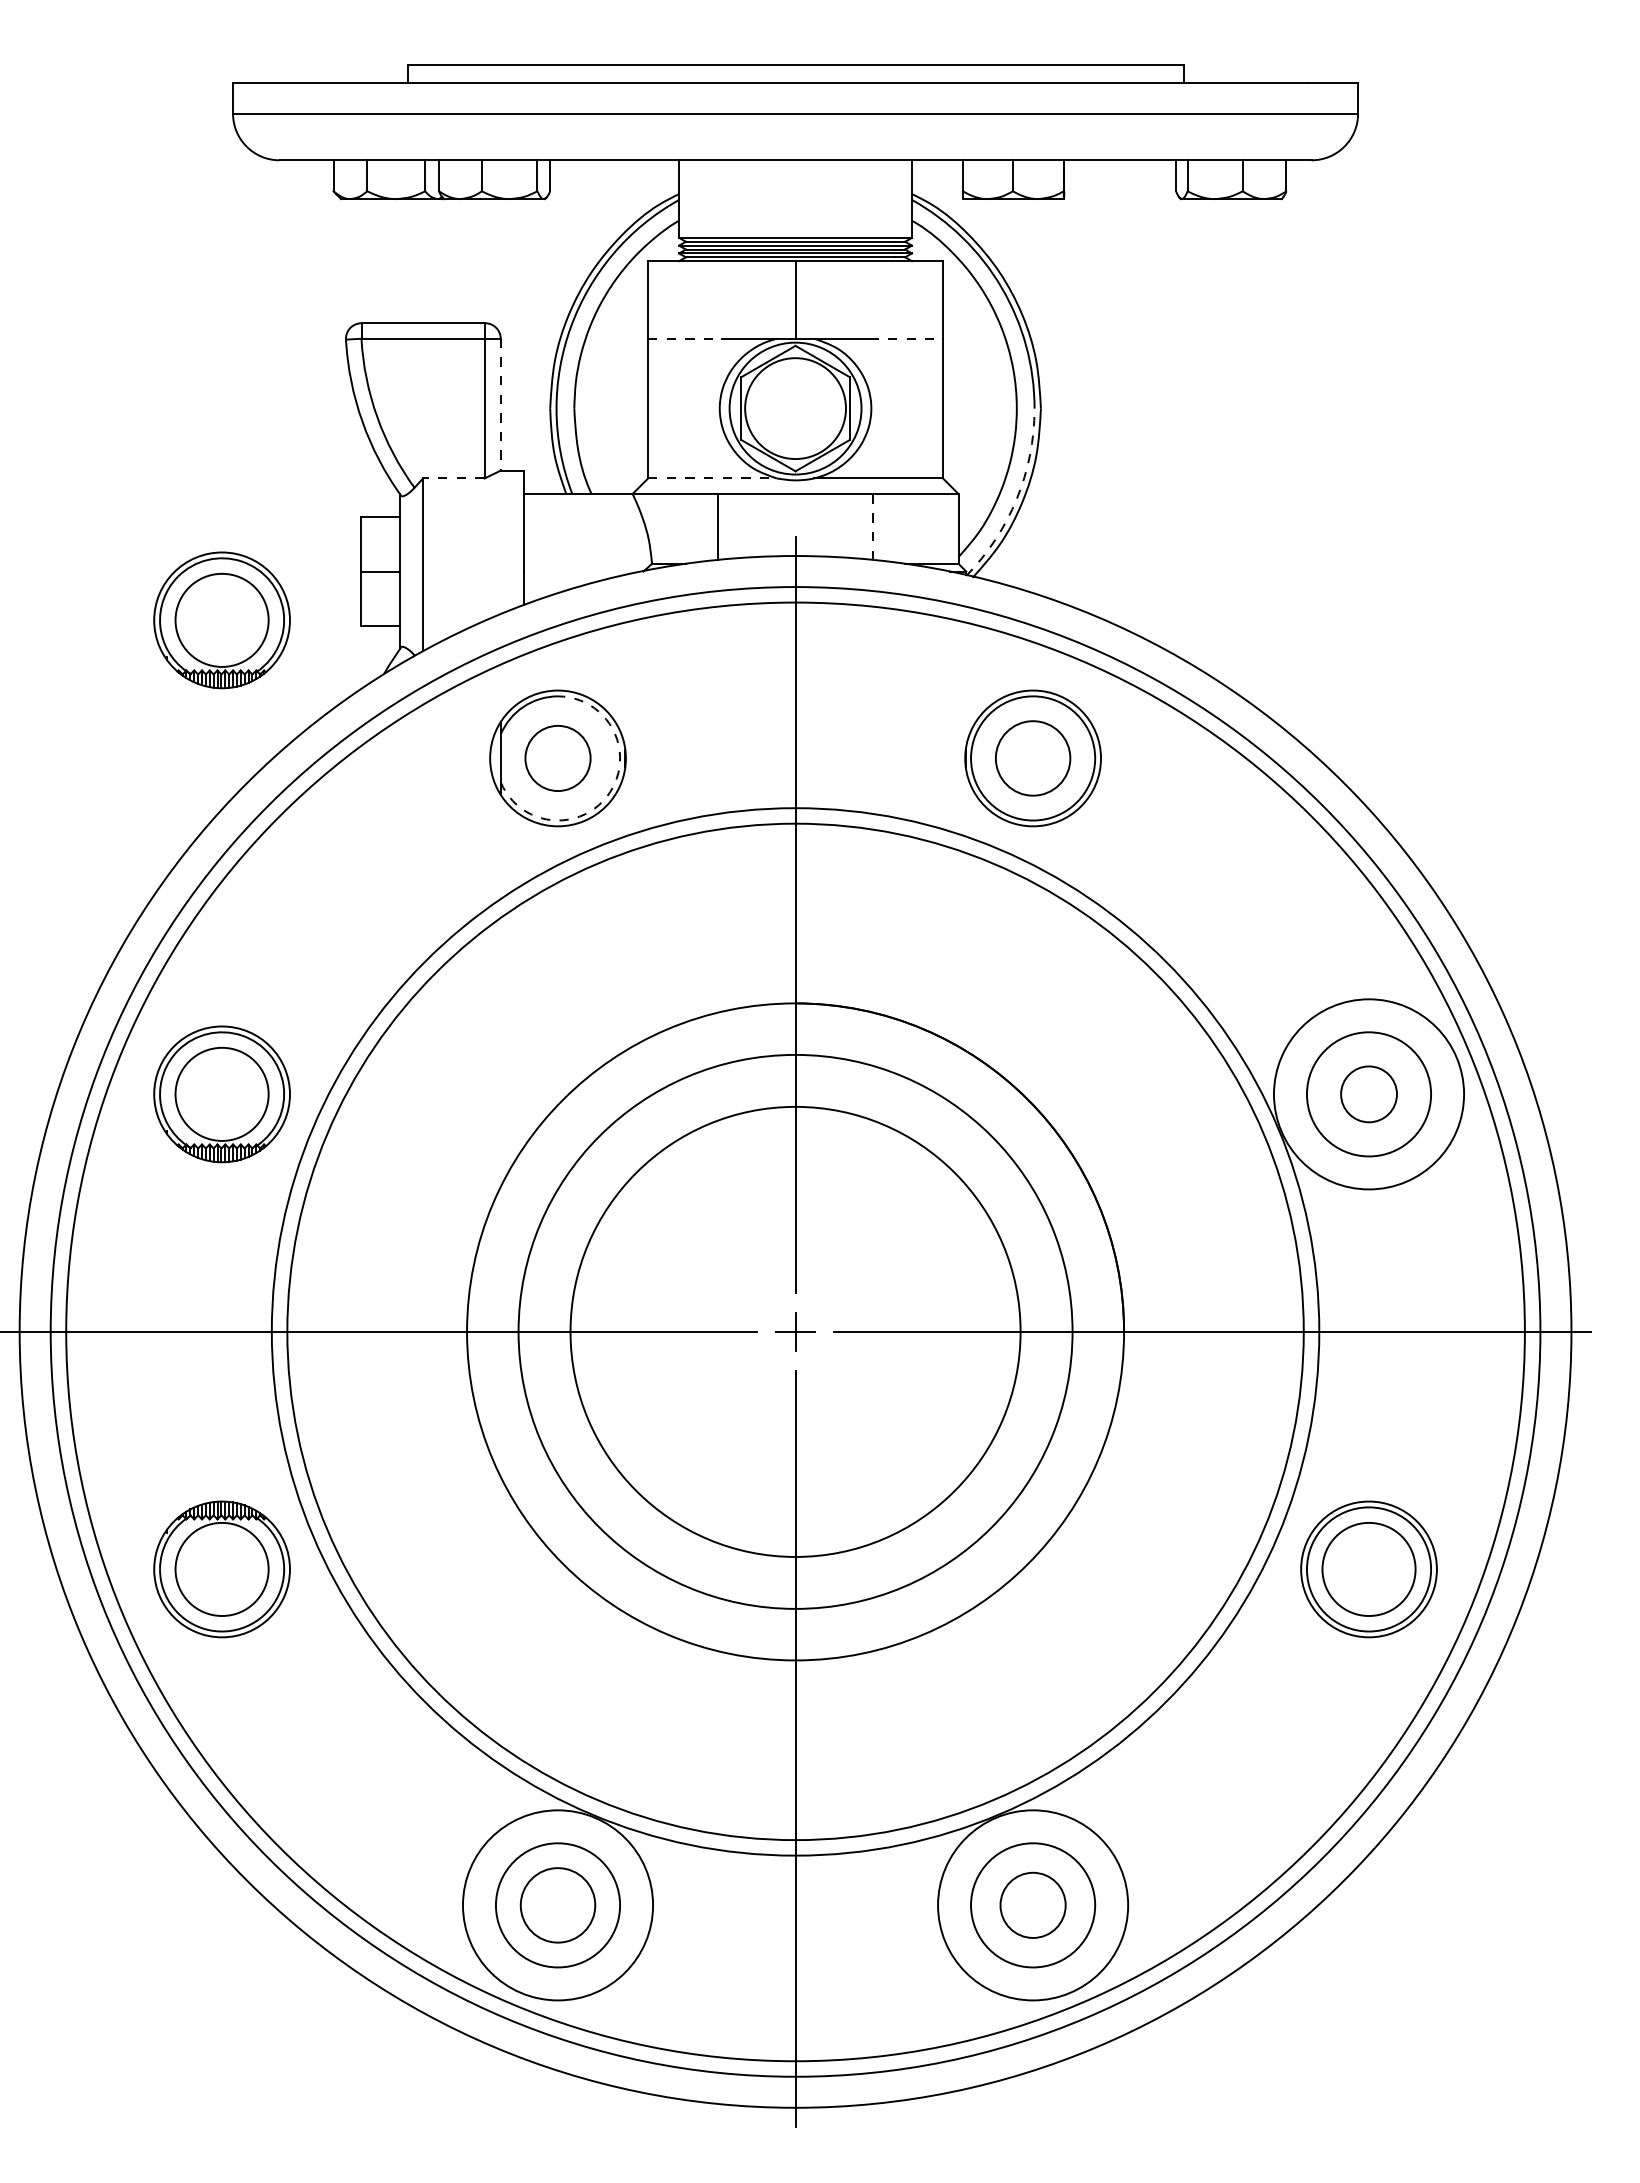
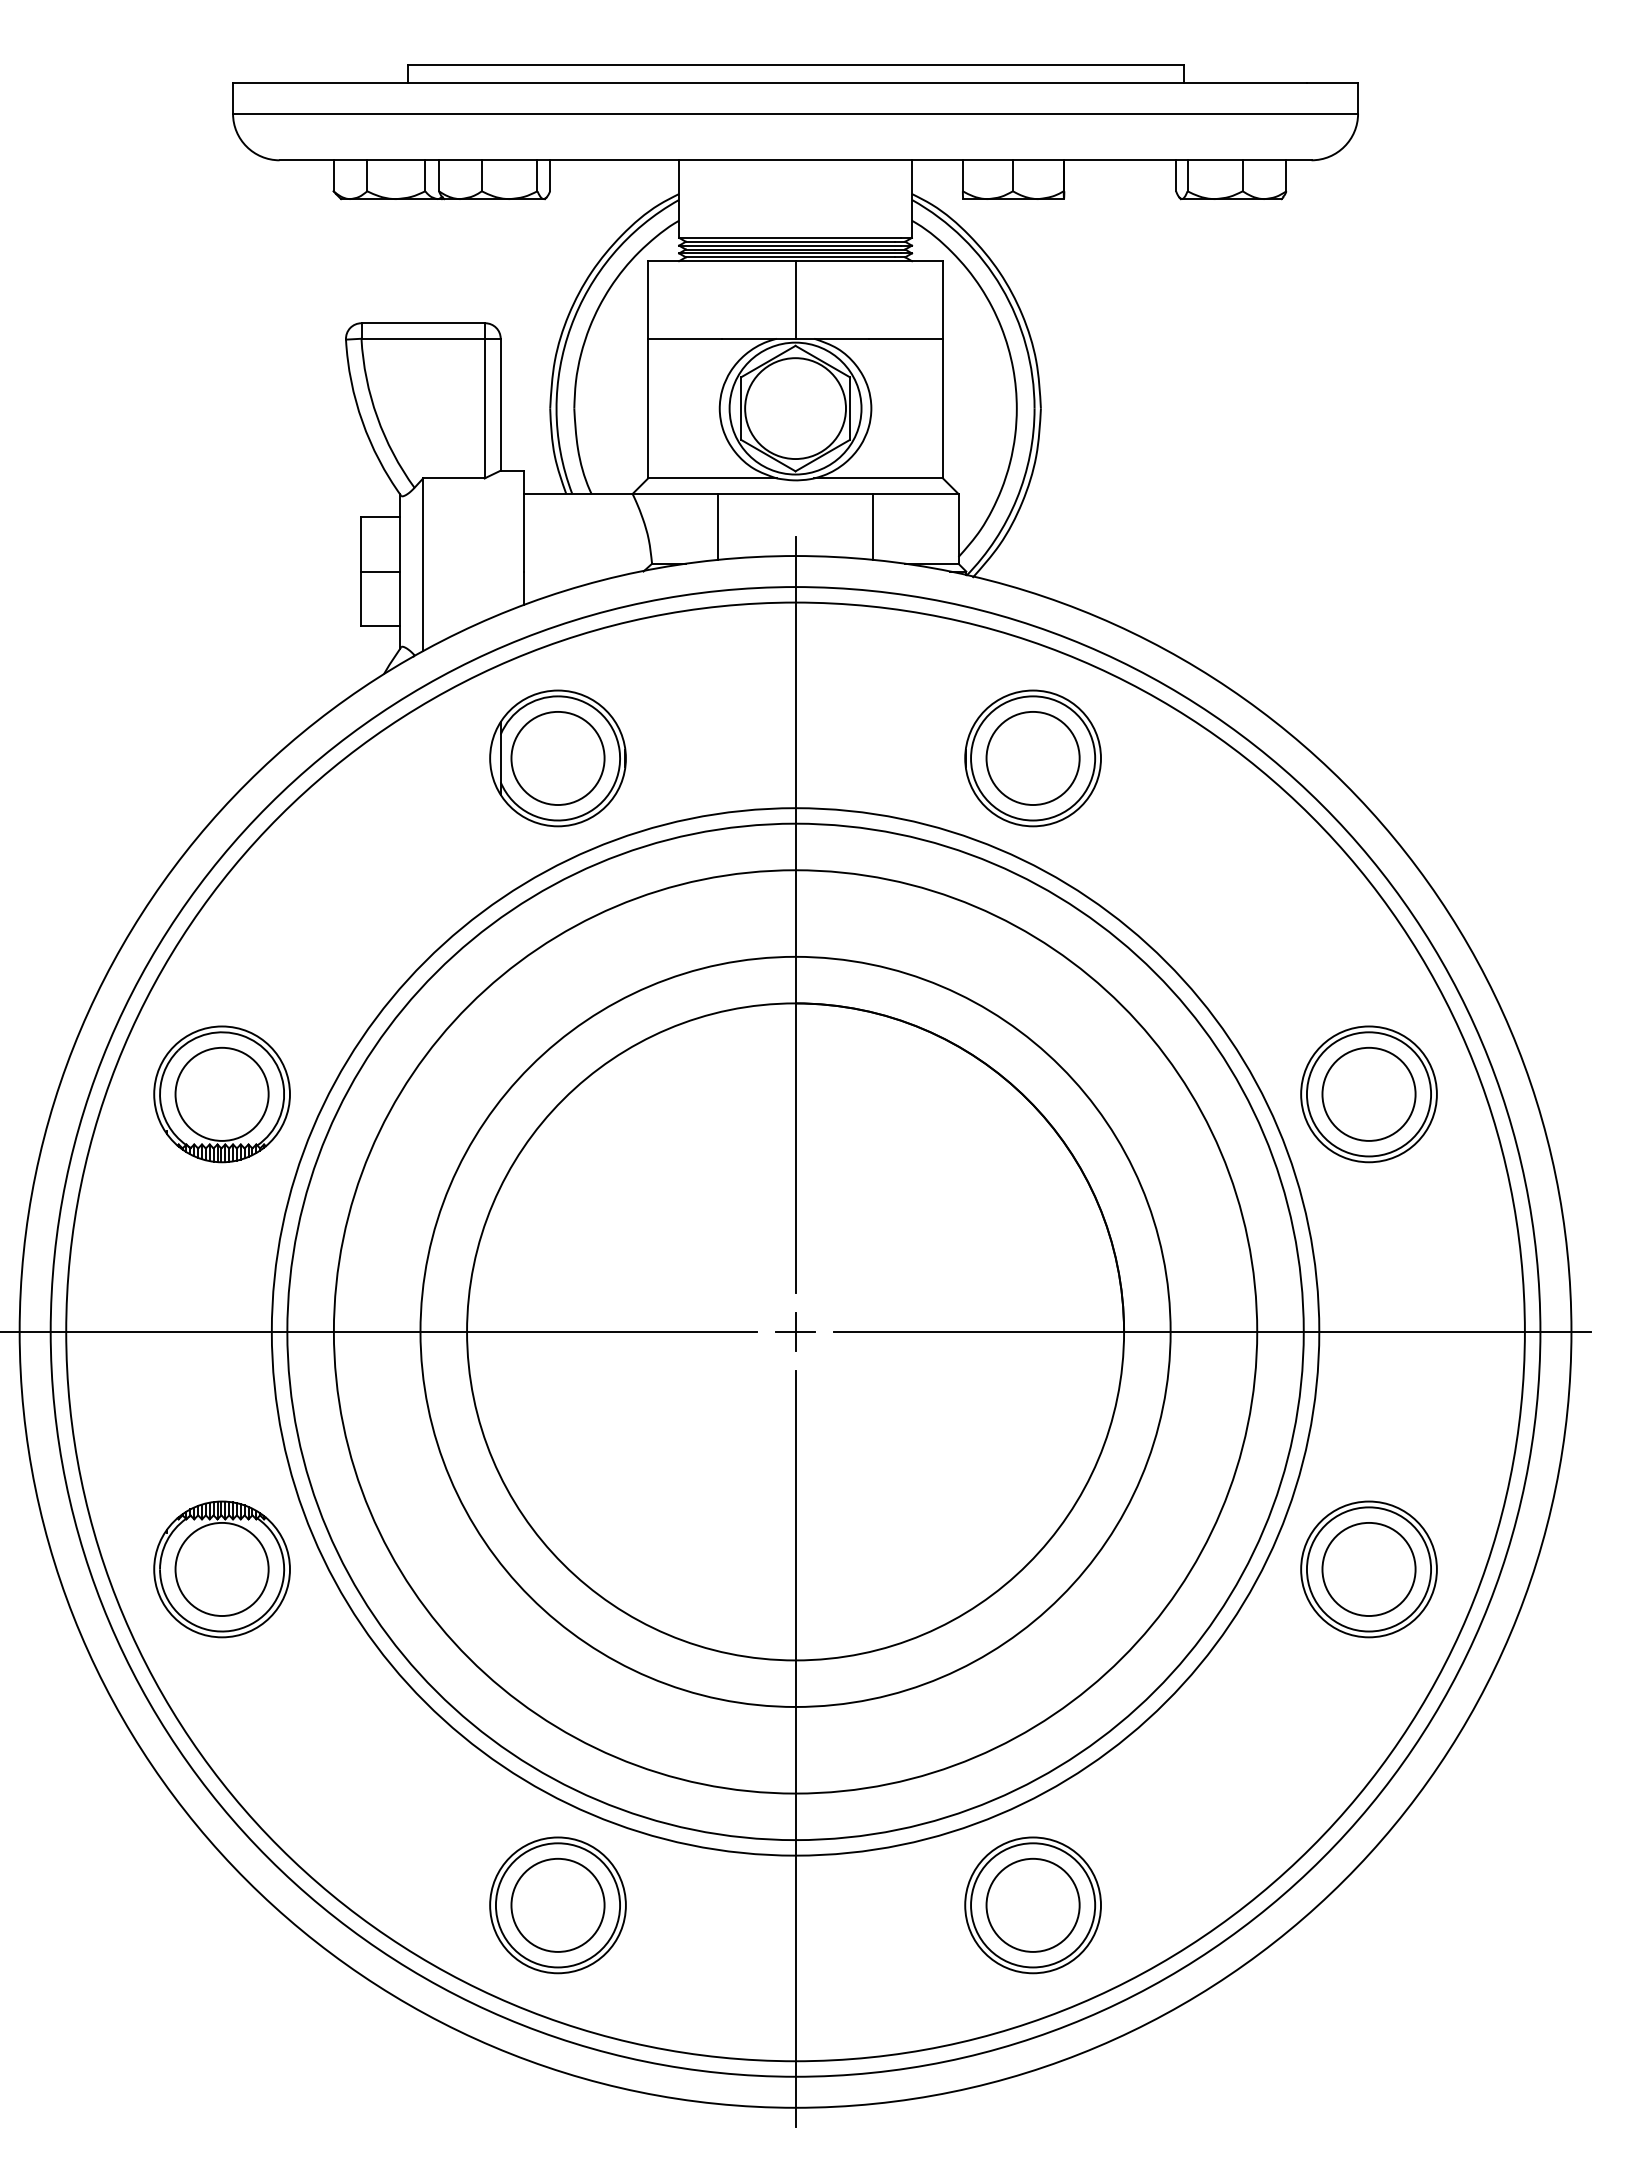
line at (685, 338): dashed -> solid
line at (906, 338): dashed -> solid
line at (500, 404): dashed -> solid
line at (453, 478): dashed -> solid
line at (712, 478): dashed -> solid
arc at (1016, 499): dashed -> solid
line at (873, 526): dashed -> solid
part at (221, 620): present -> none
circle at (557, 758) diameter: 65 px -> 93 px
circle at (1032, 758) diameter: 74 px -> 93 px
arc at (609, 792): dashed -> solid
circle at (1368, 1094) diameter: 190 px -> 136 px
circle at (1368, 1094) diameter: 56 px -> 93 px
circle at (795, 1331) diameter: 450 px -> 750 px
circle at (795, 1331) diameter: 554 px -> 923 px
circle at (1032, 1904) diameter: 65 px -> 93 px
circle at (557, 1905) diameter: 190 px -> 136 px
circle at (557, 1905) diameter: 74 px -> 93 px
circle at (1033, 1905) diameter: 190 px -> 136 px
